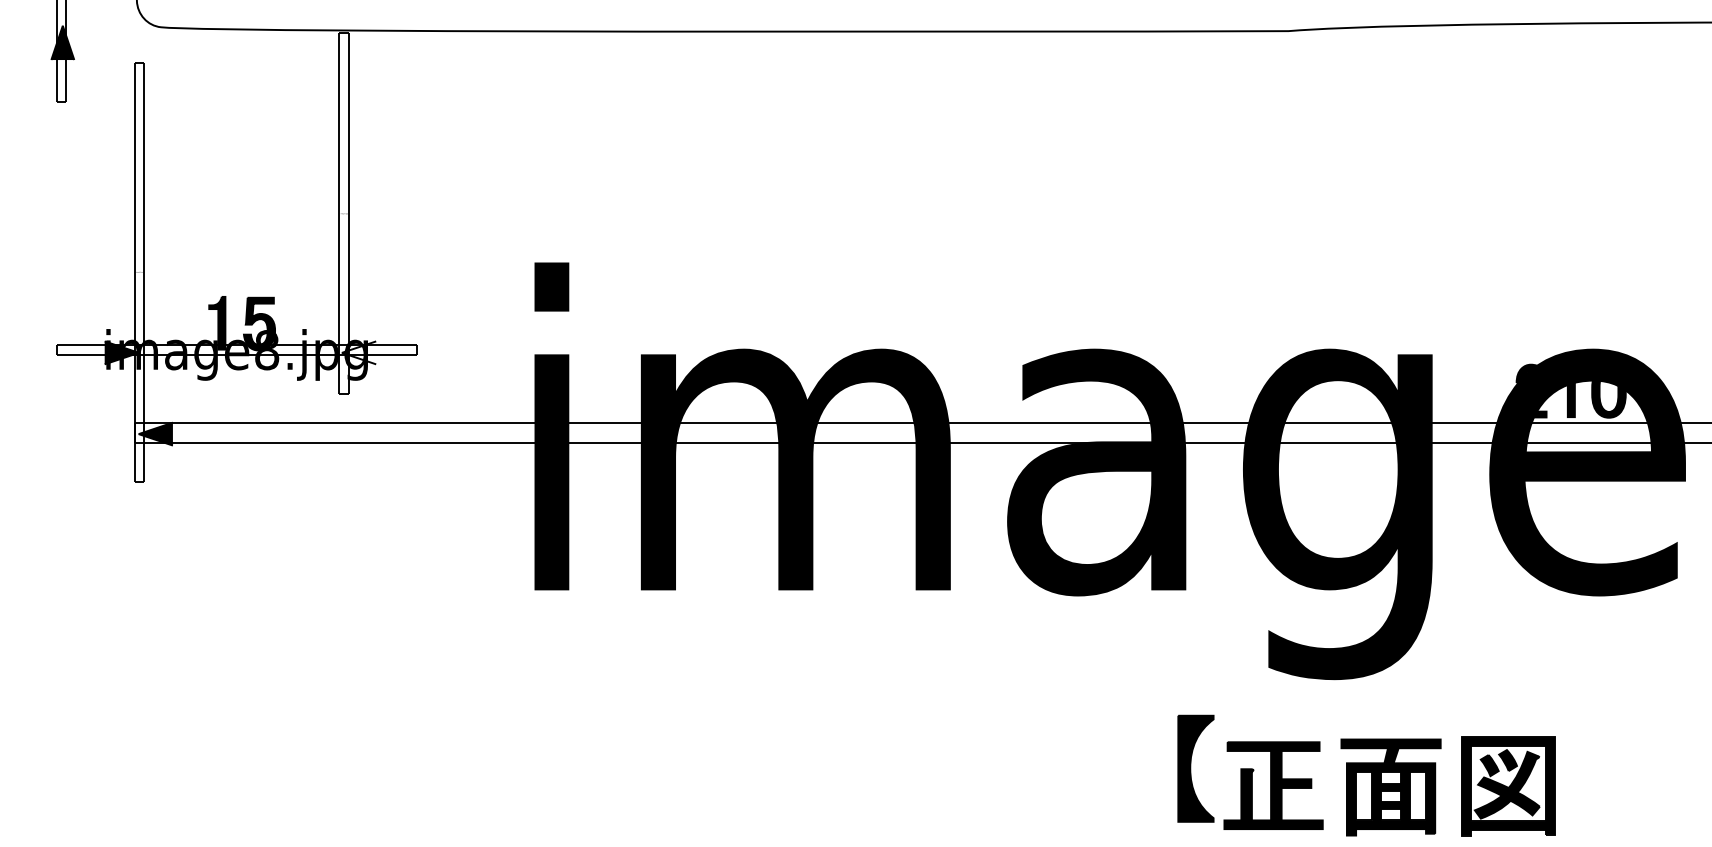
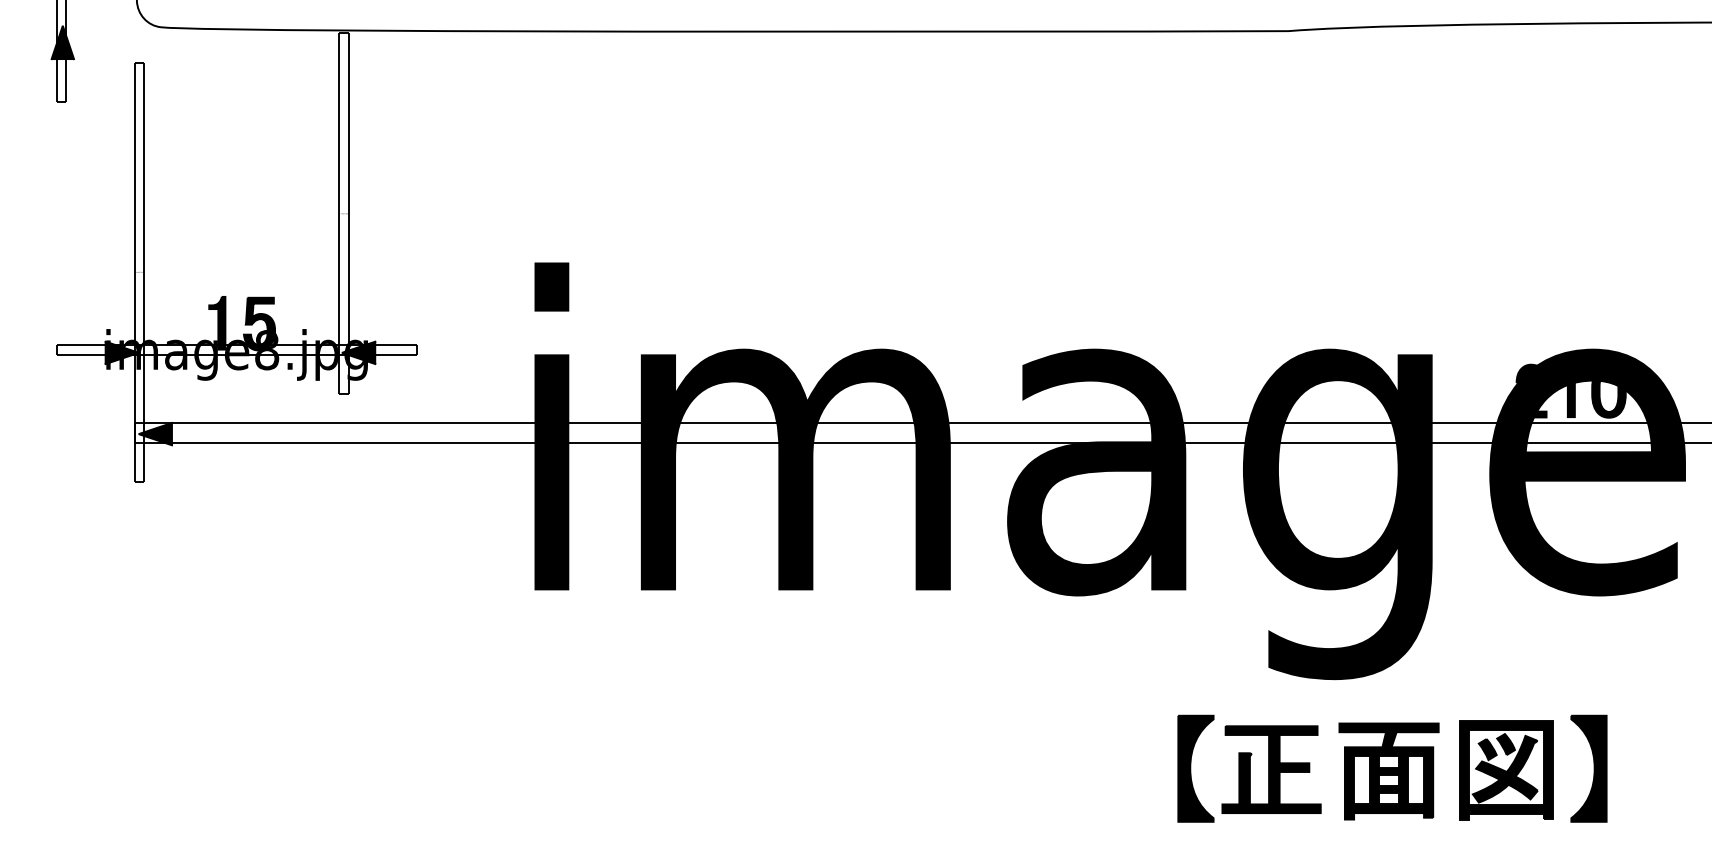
fill at (358, 352): none -> present
part at (1588, 768): none -> present
part at (1389, 786) position: (1389, 786) -> (1387, 770)
